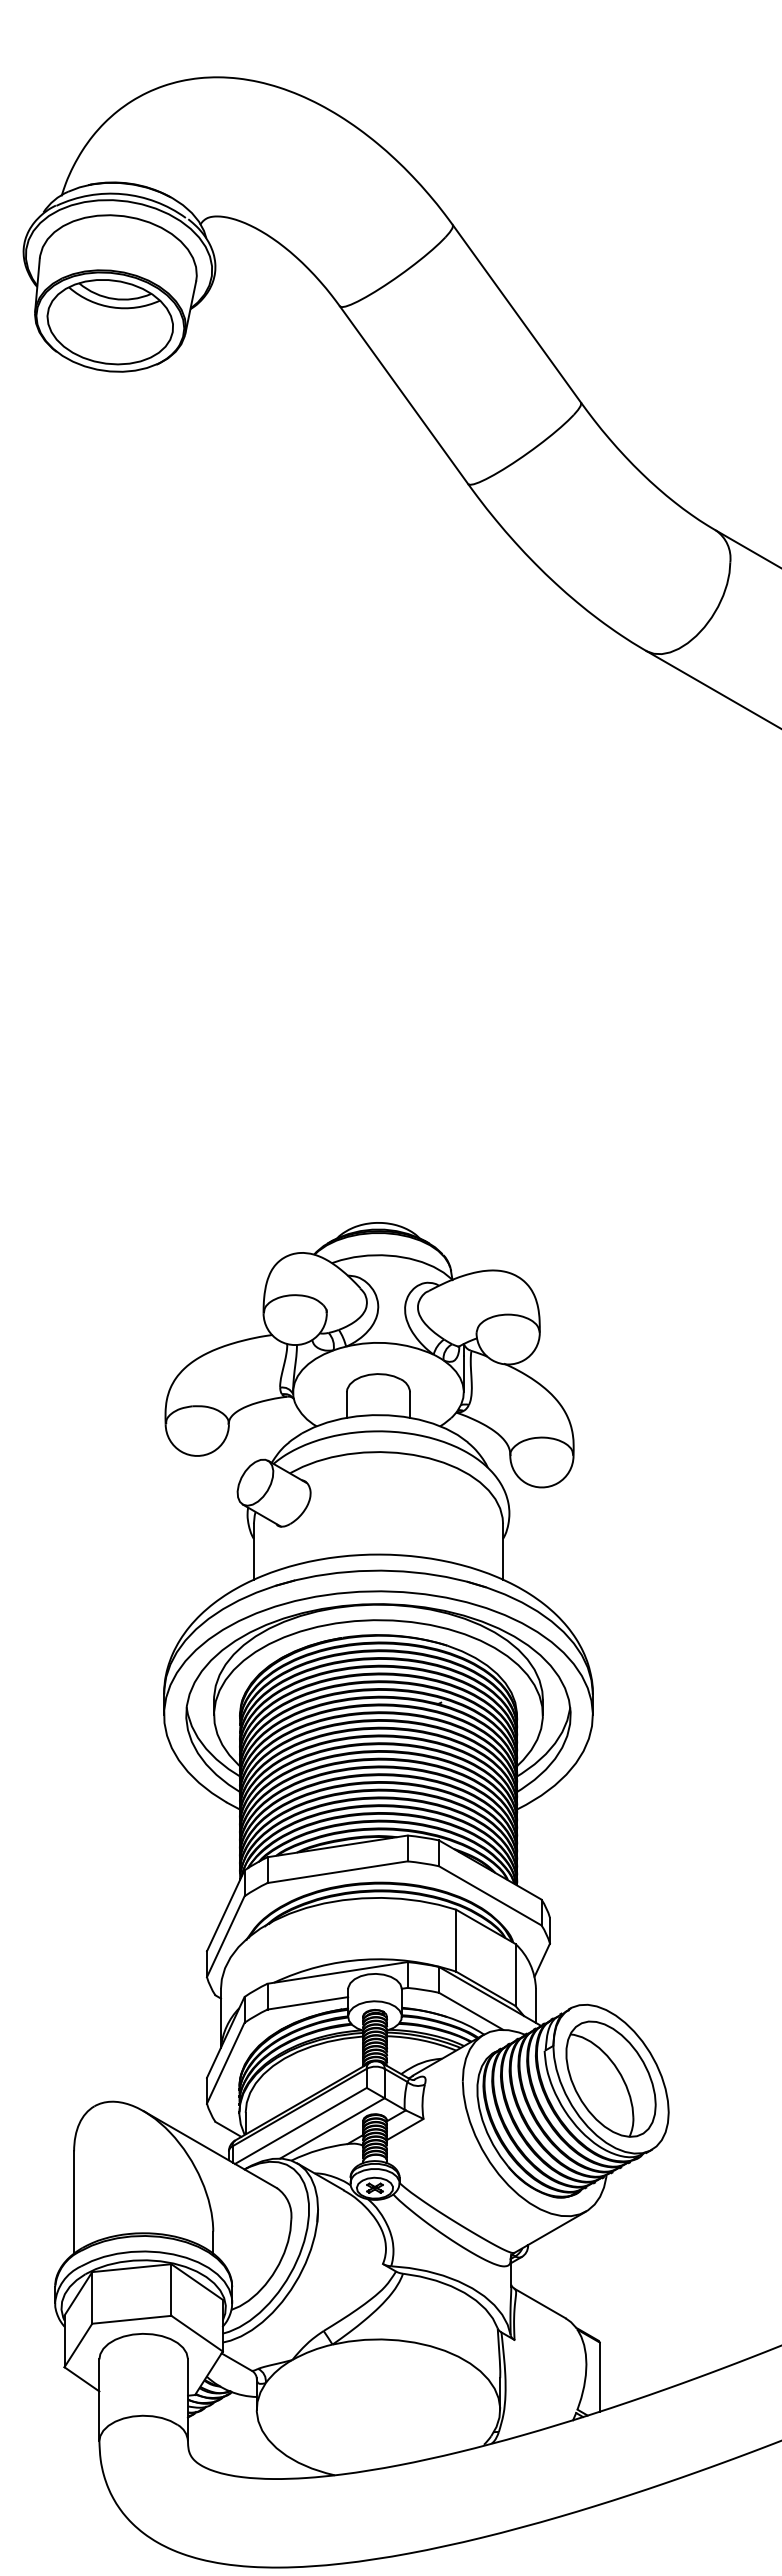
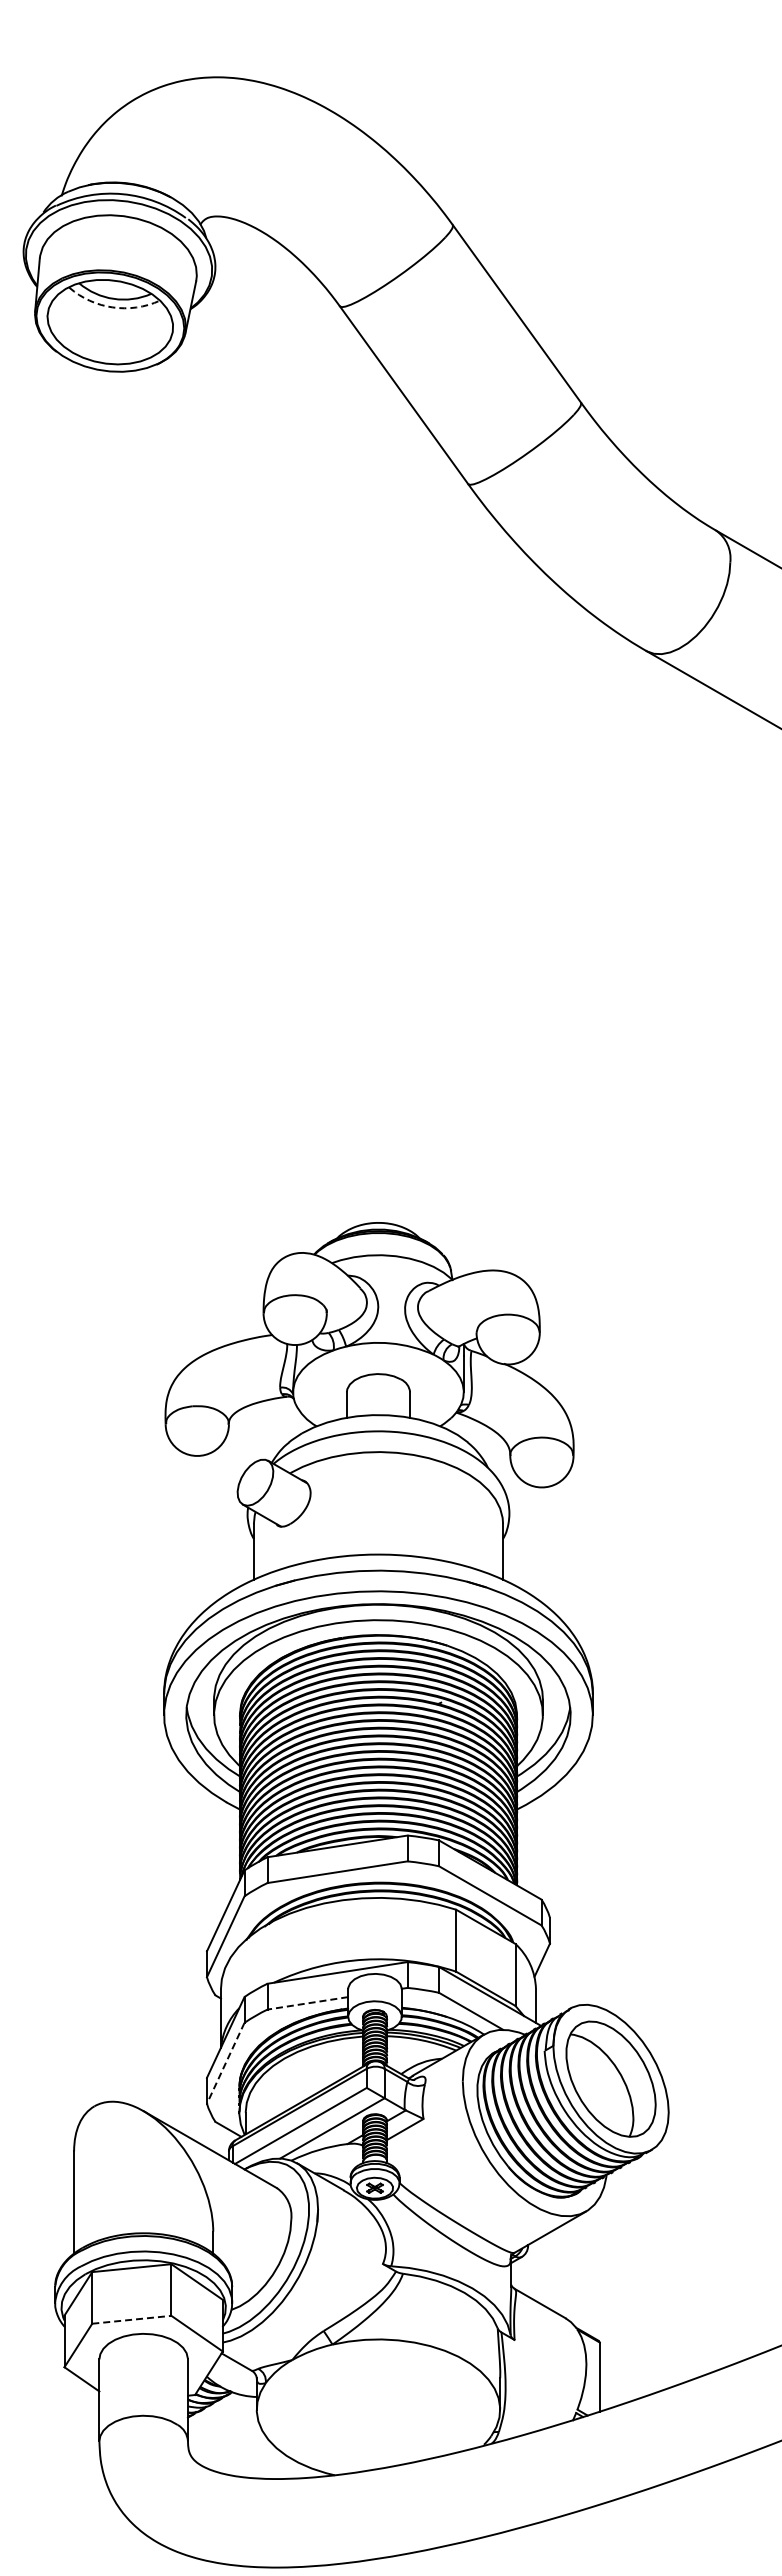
arc at (112, 307): solid -> dashed
line at (307, 2003): solid -> dashed
line at (225, 2063): solid -> dashed
line at (131, 2319): solid -> dashed
